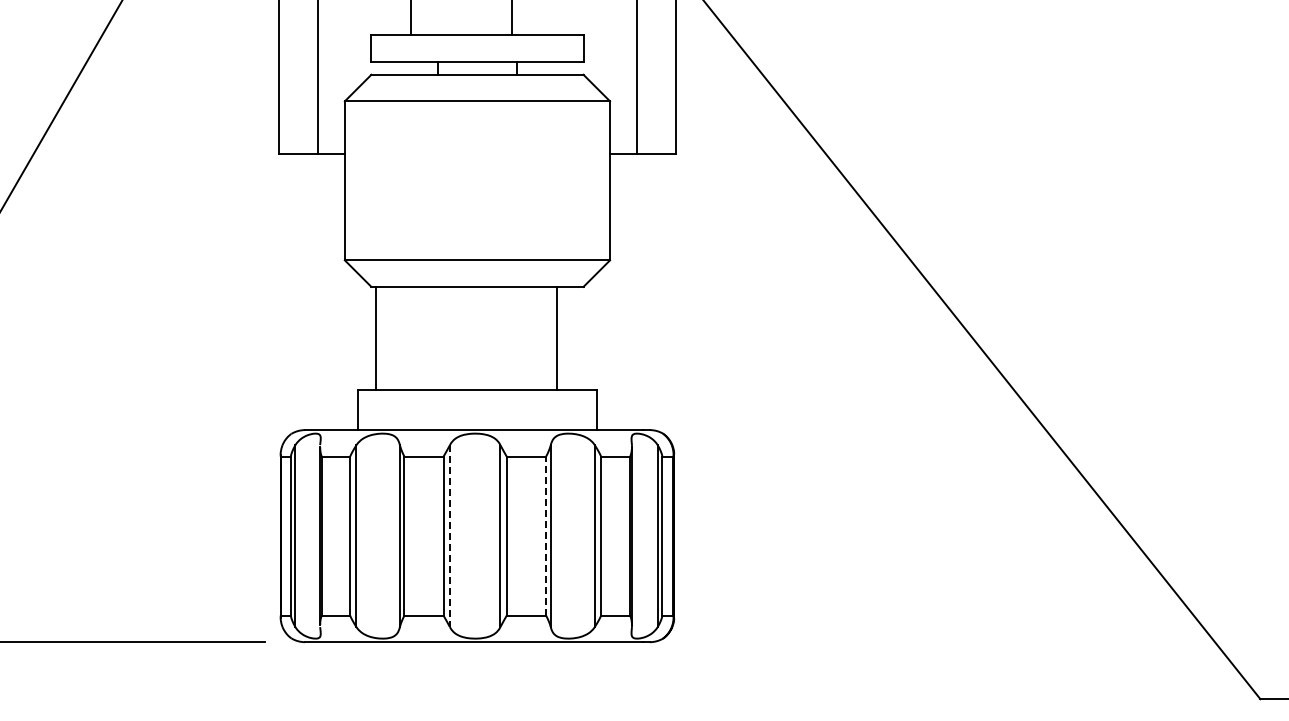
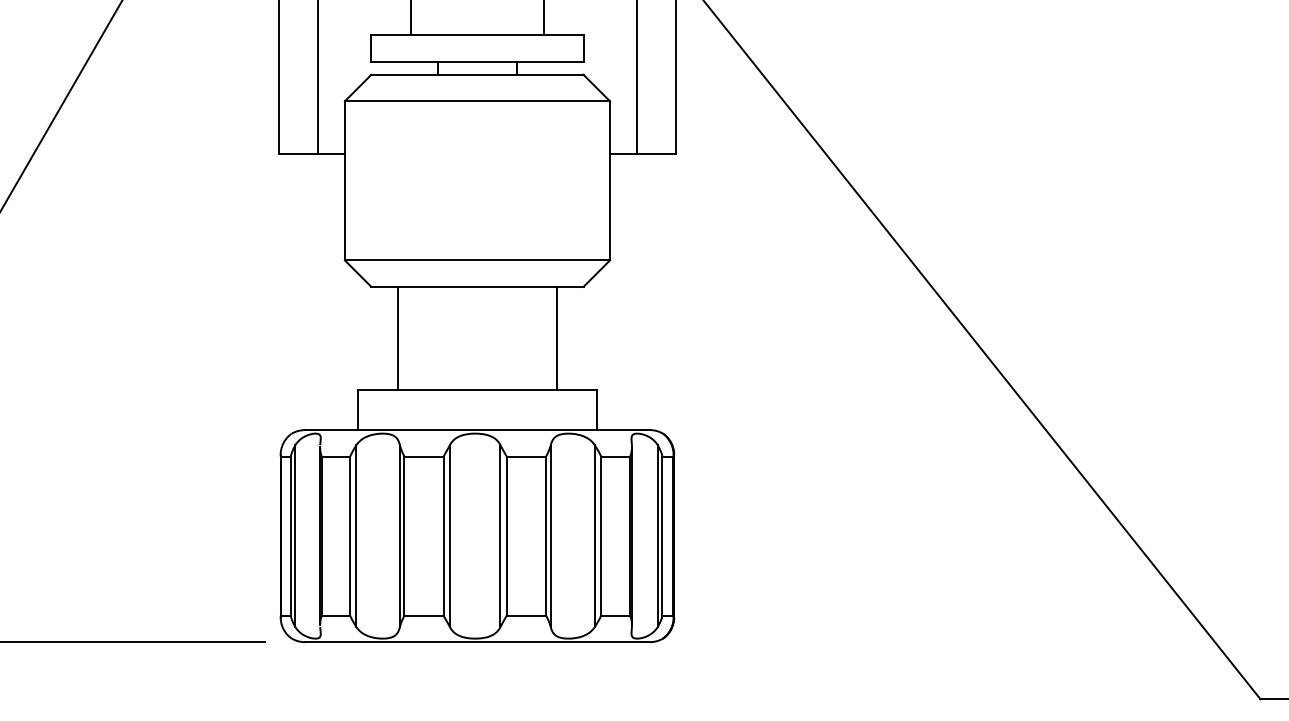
line at (511, 18) position: (511, 18) -> (543, 18)
line at (375, 338) position: (375, 338) -> (397, 338)
line at (449, 536): dashed -> solid
line at (546, 536): dashed -> solid
